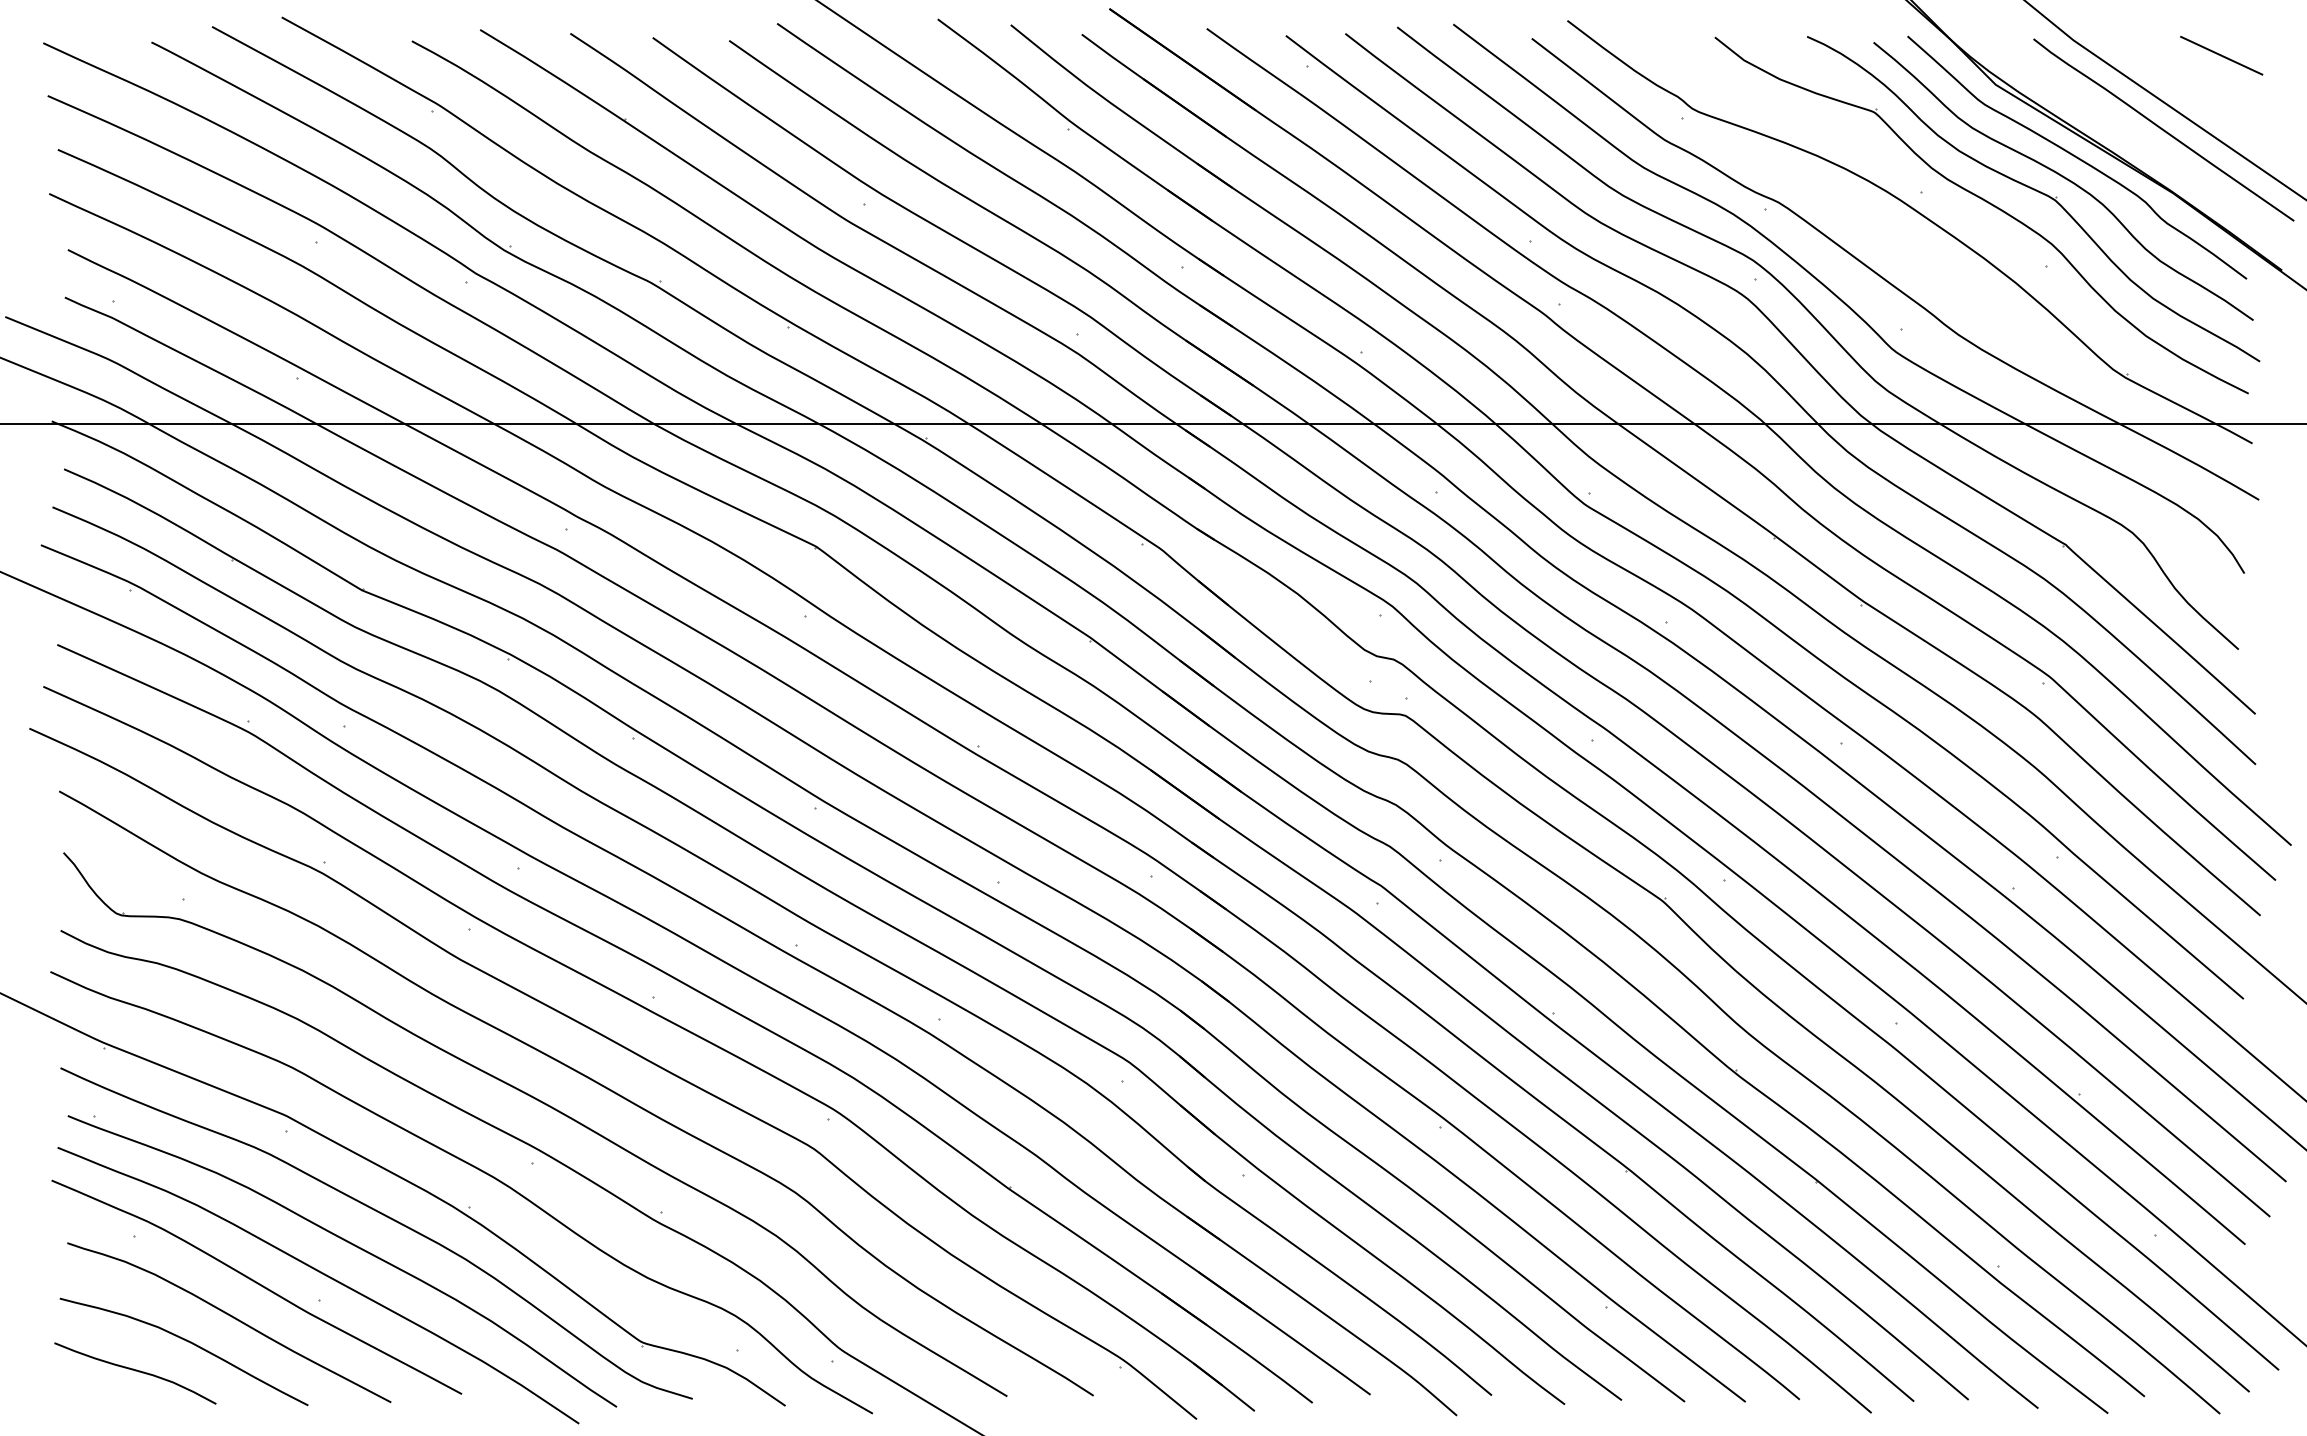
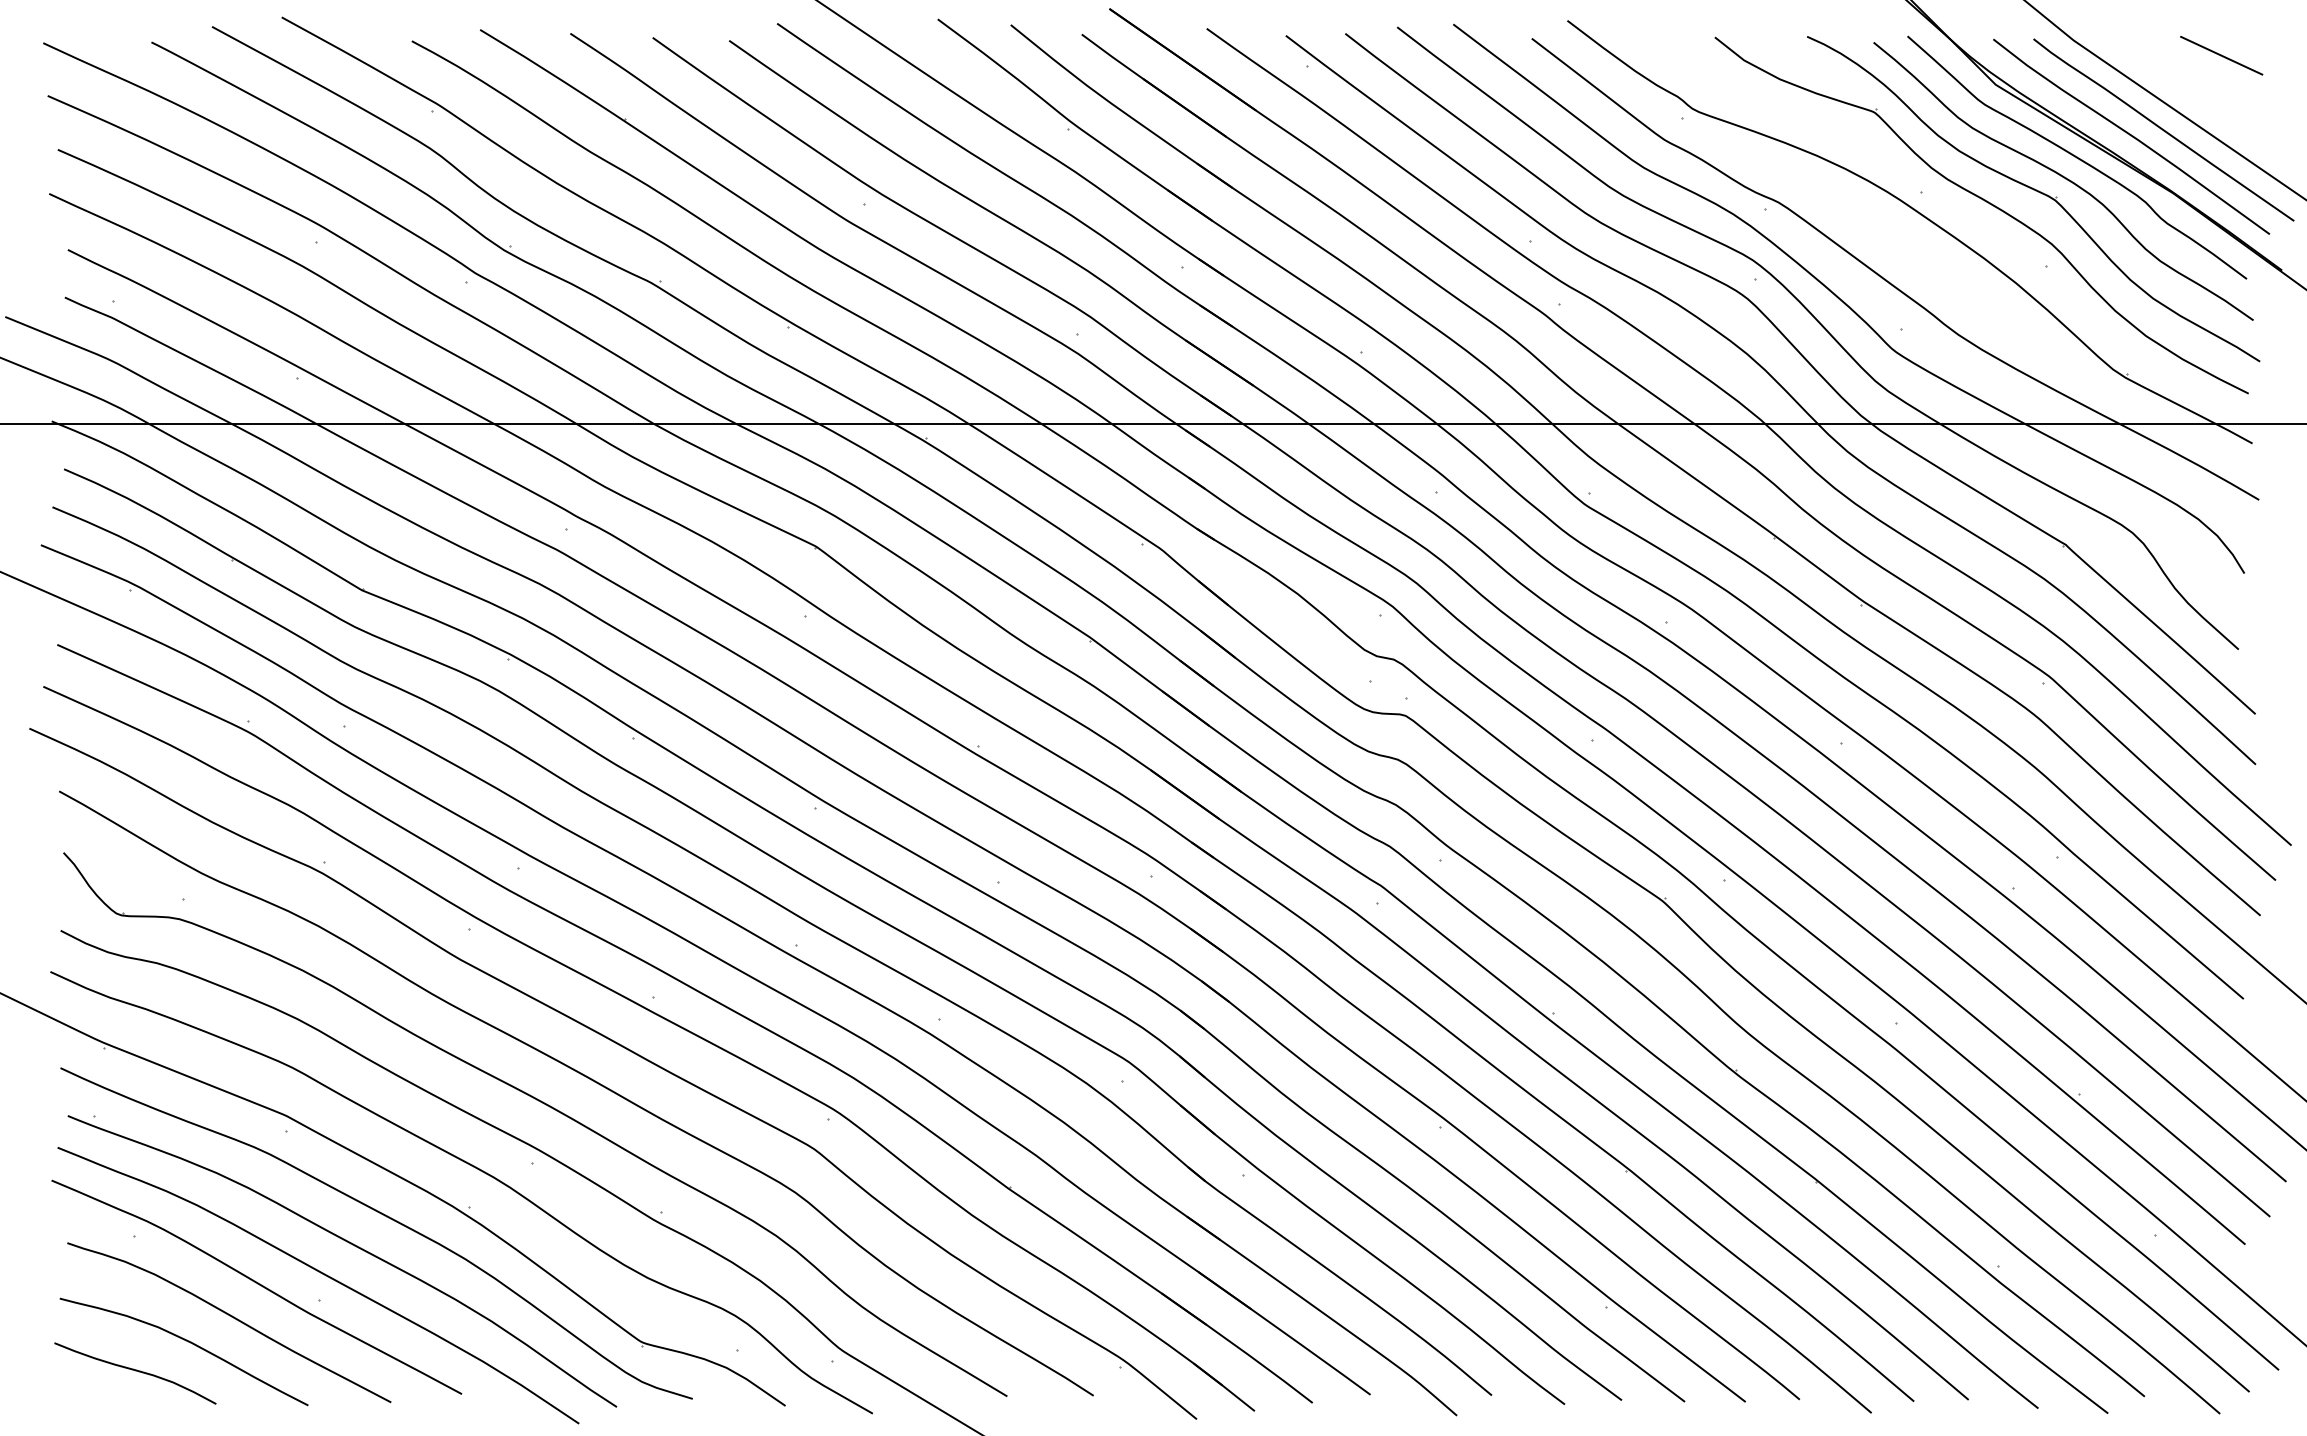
curve at (2131, 136): none -> present
